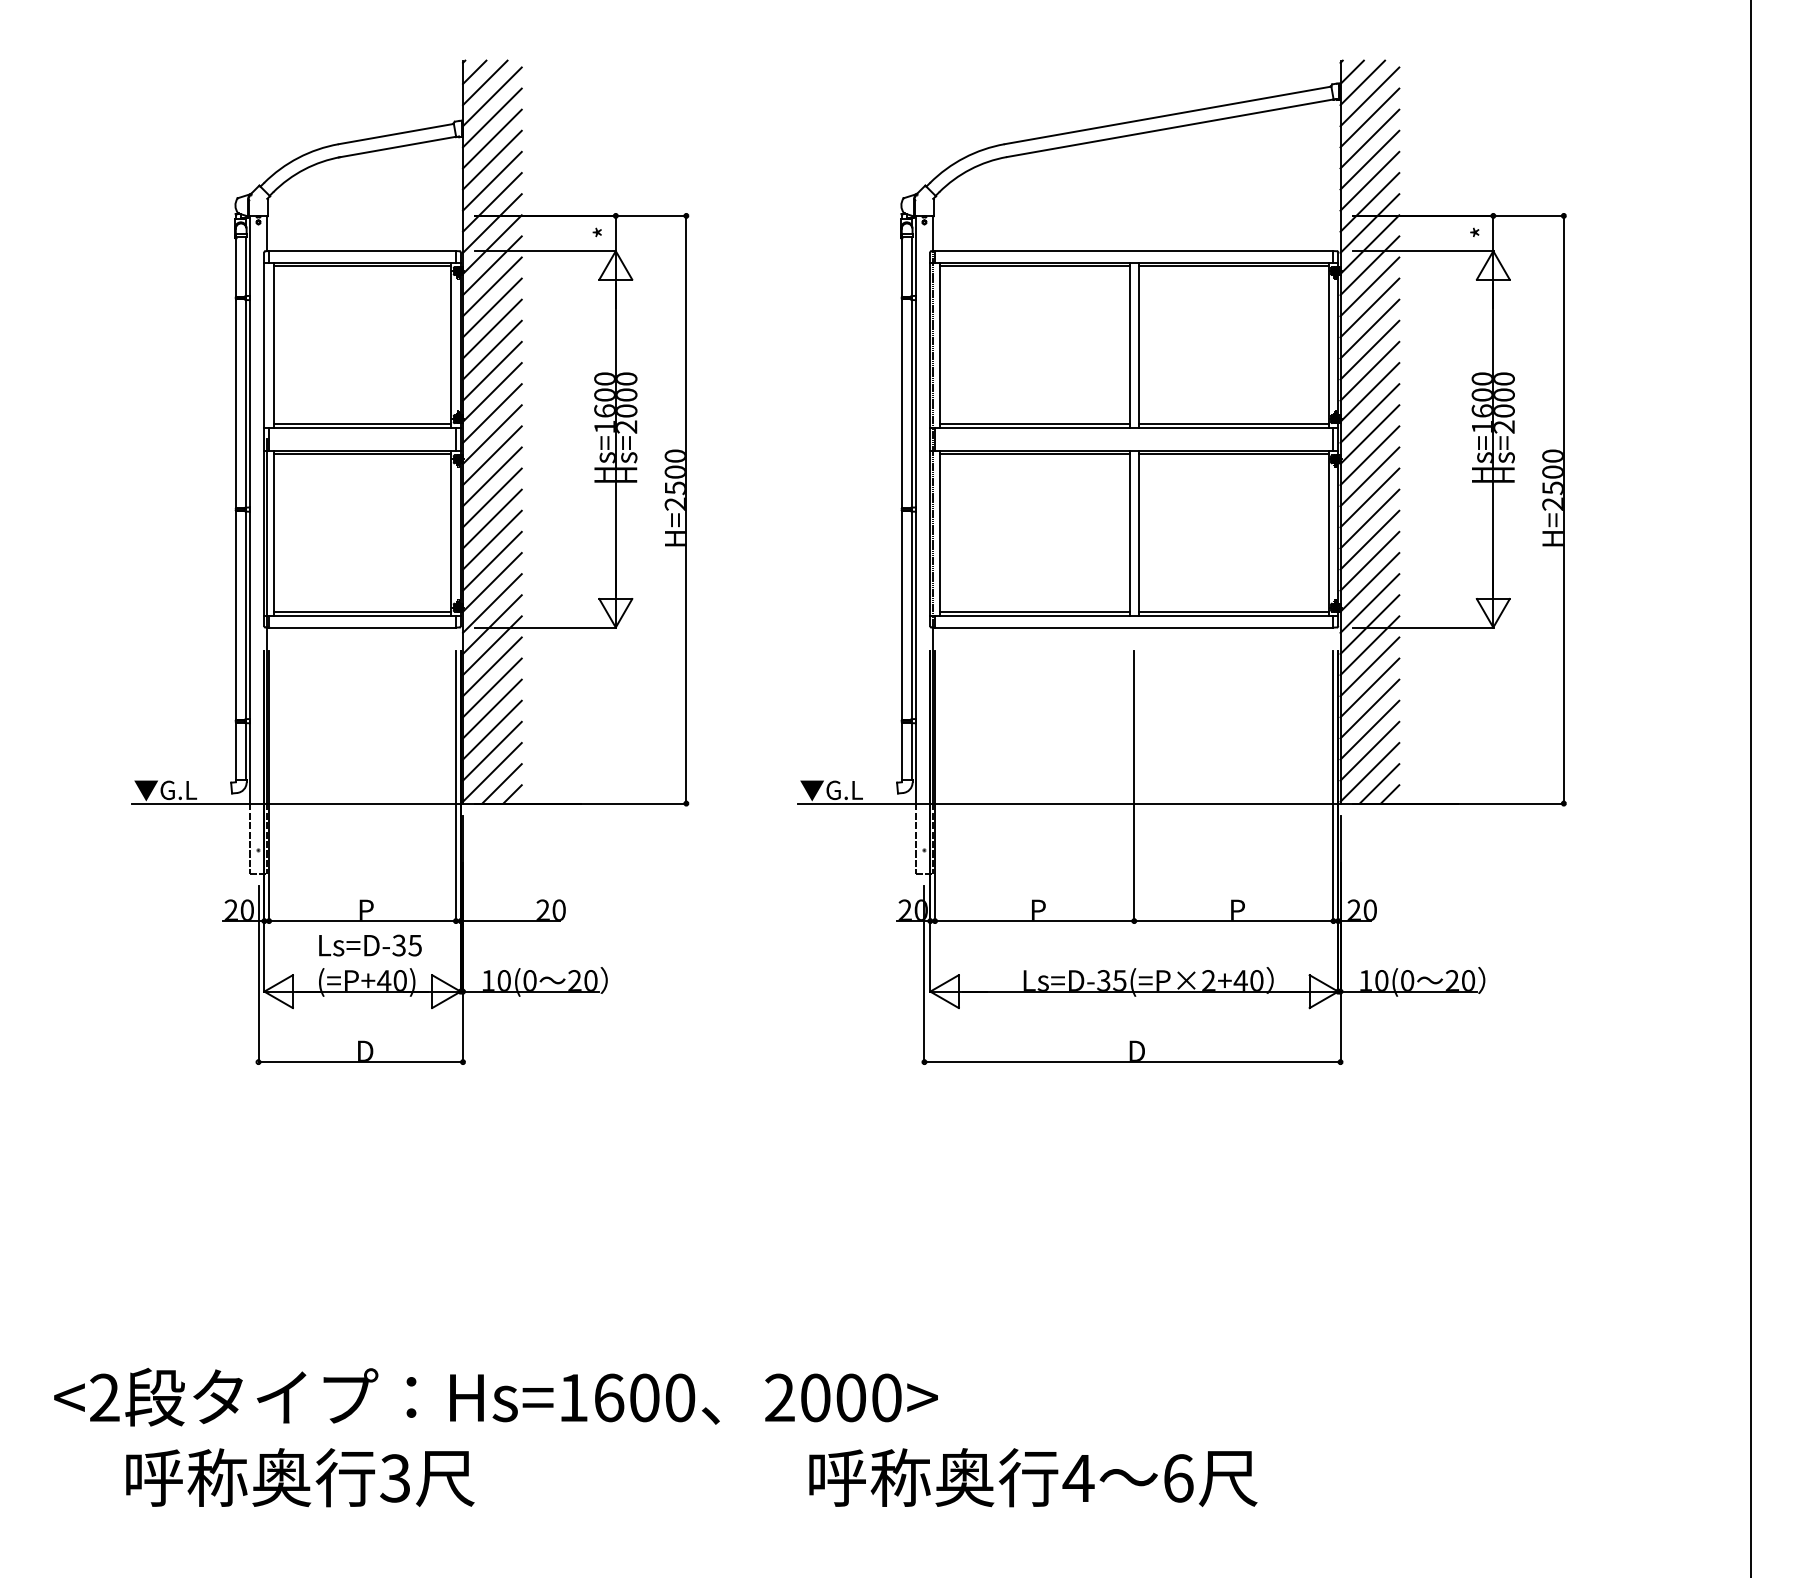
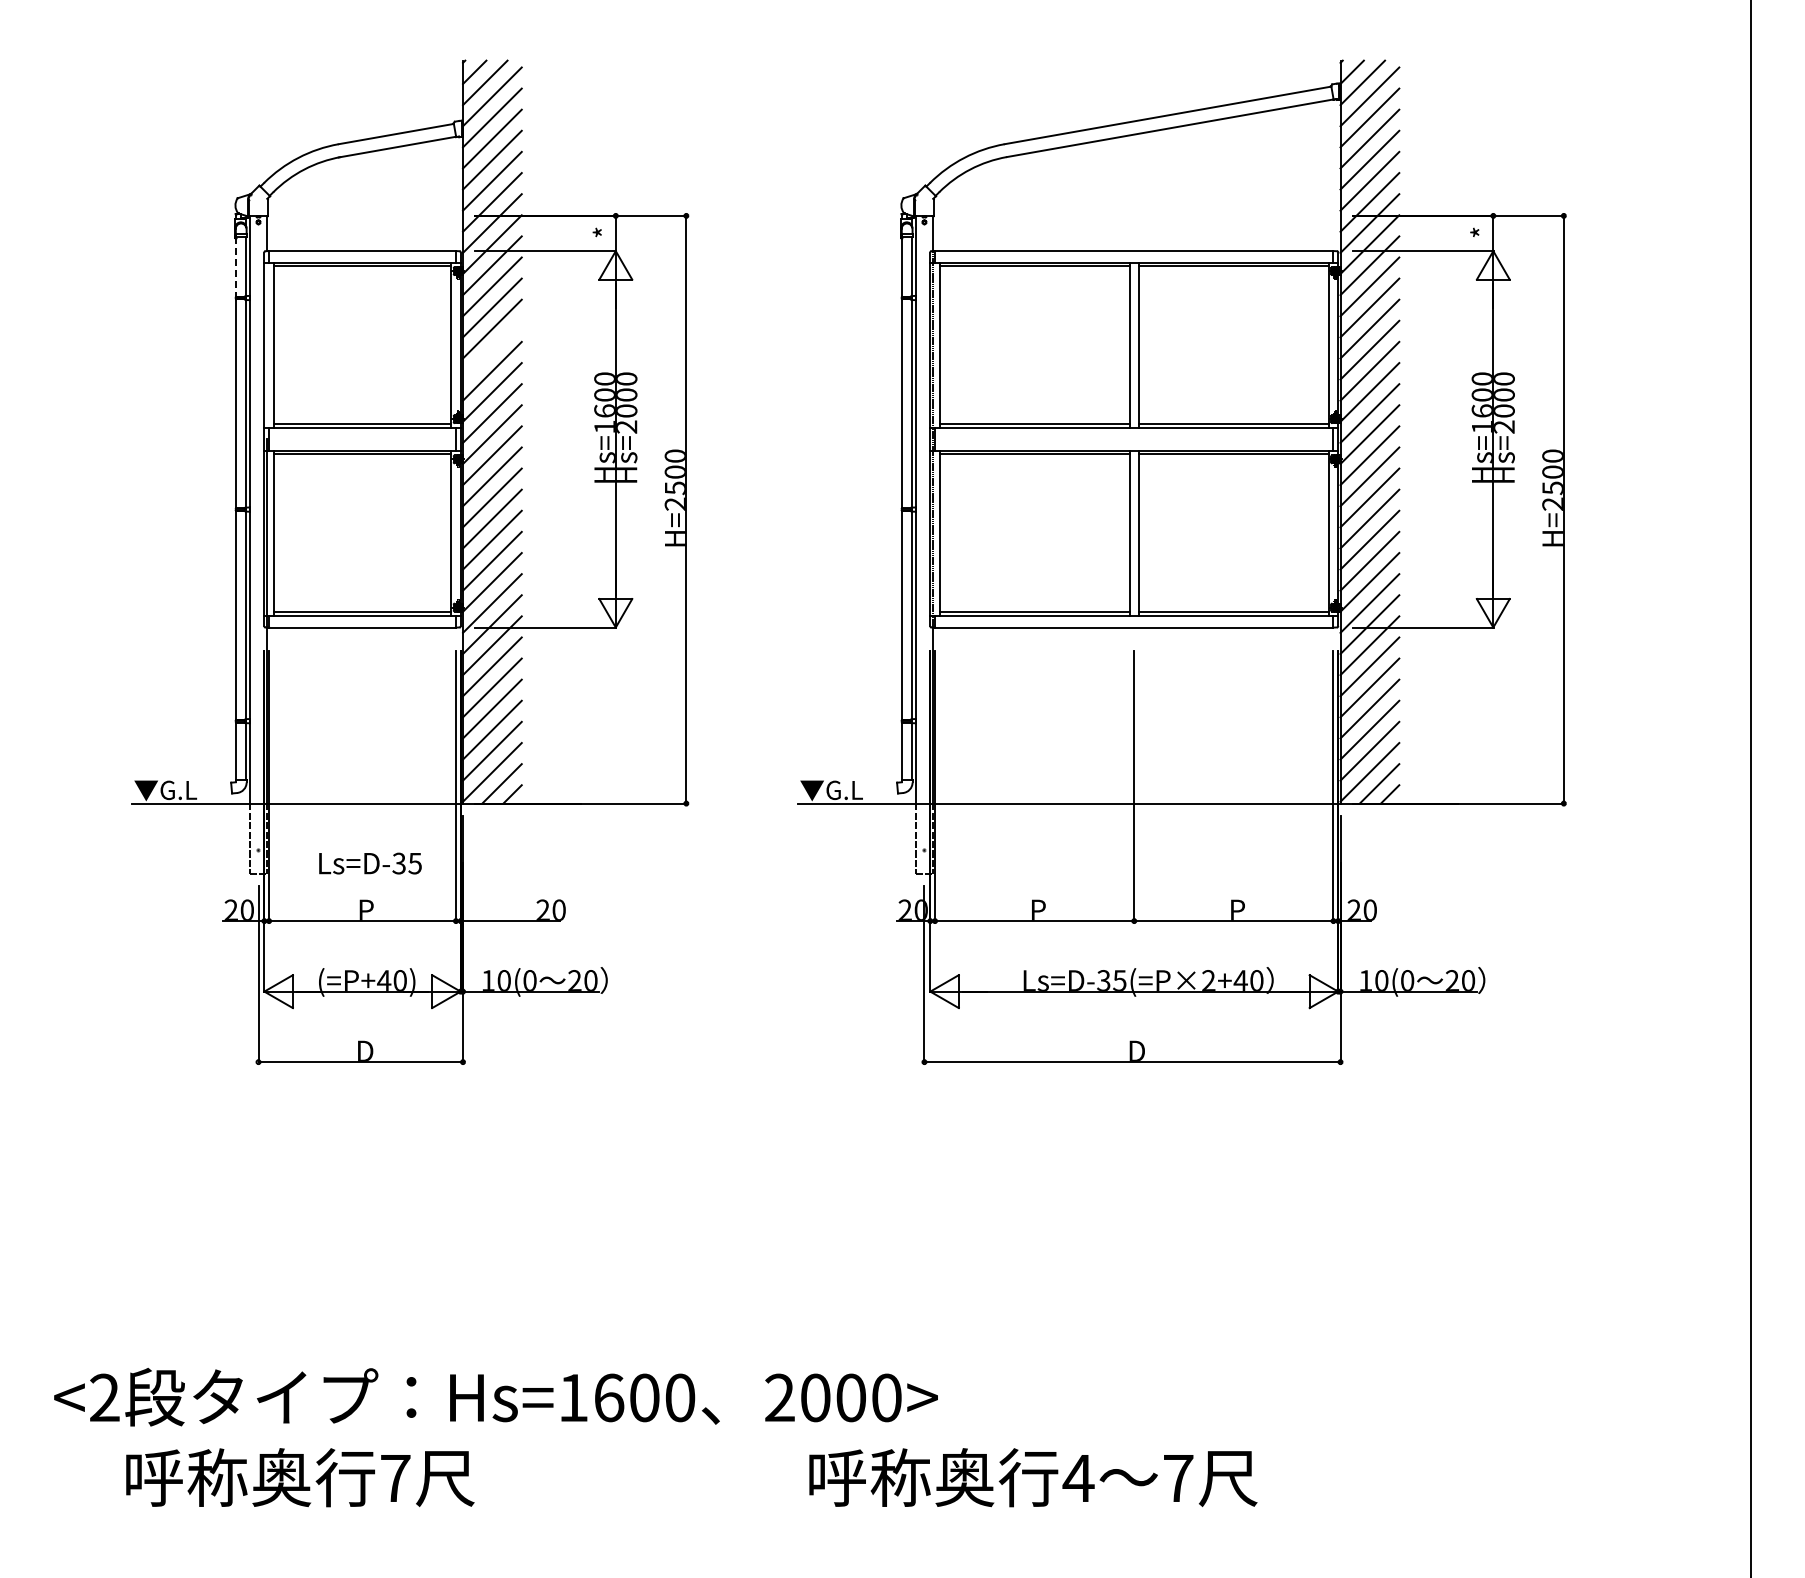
line at (236, 267): solid -> dashed
line at (492, 349): present -> none
text at (370, 945) position: (370, 945) -> (370, 863)
text at (395, 1478): 3 -> 7
text at (1178, 1478): 6 -> 7
